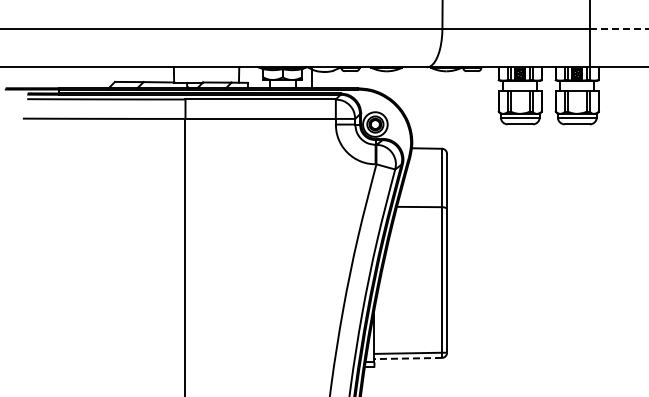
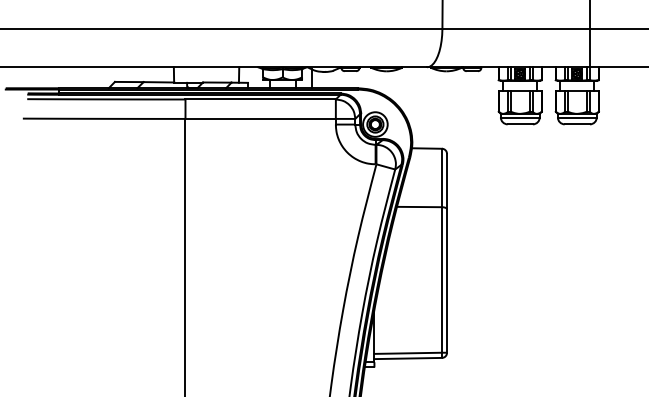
line at (619, 29): dashed -> solid
line at (408, 358): dashed -> solid
